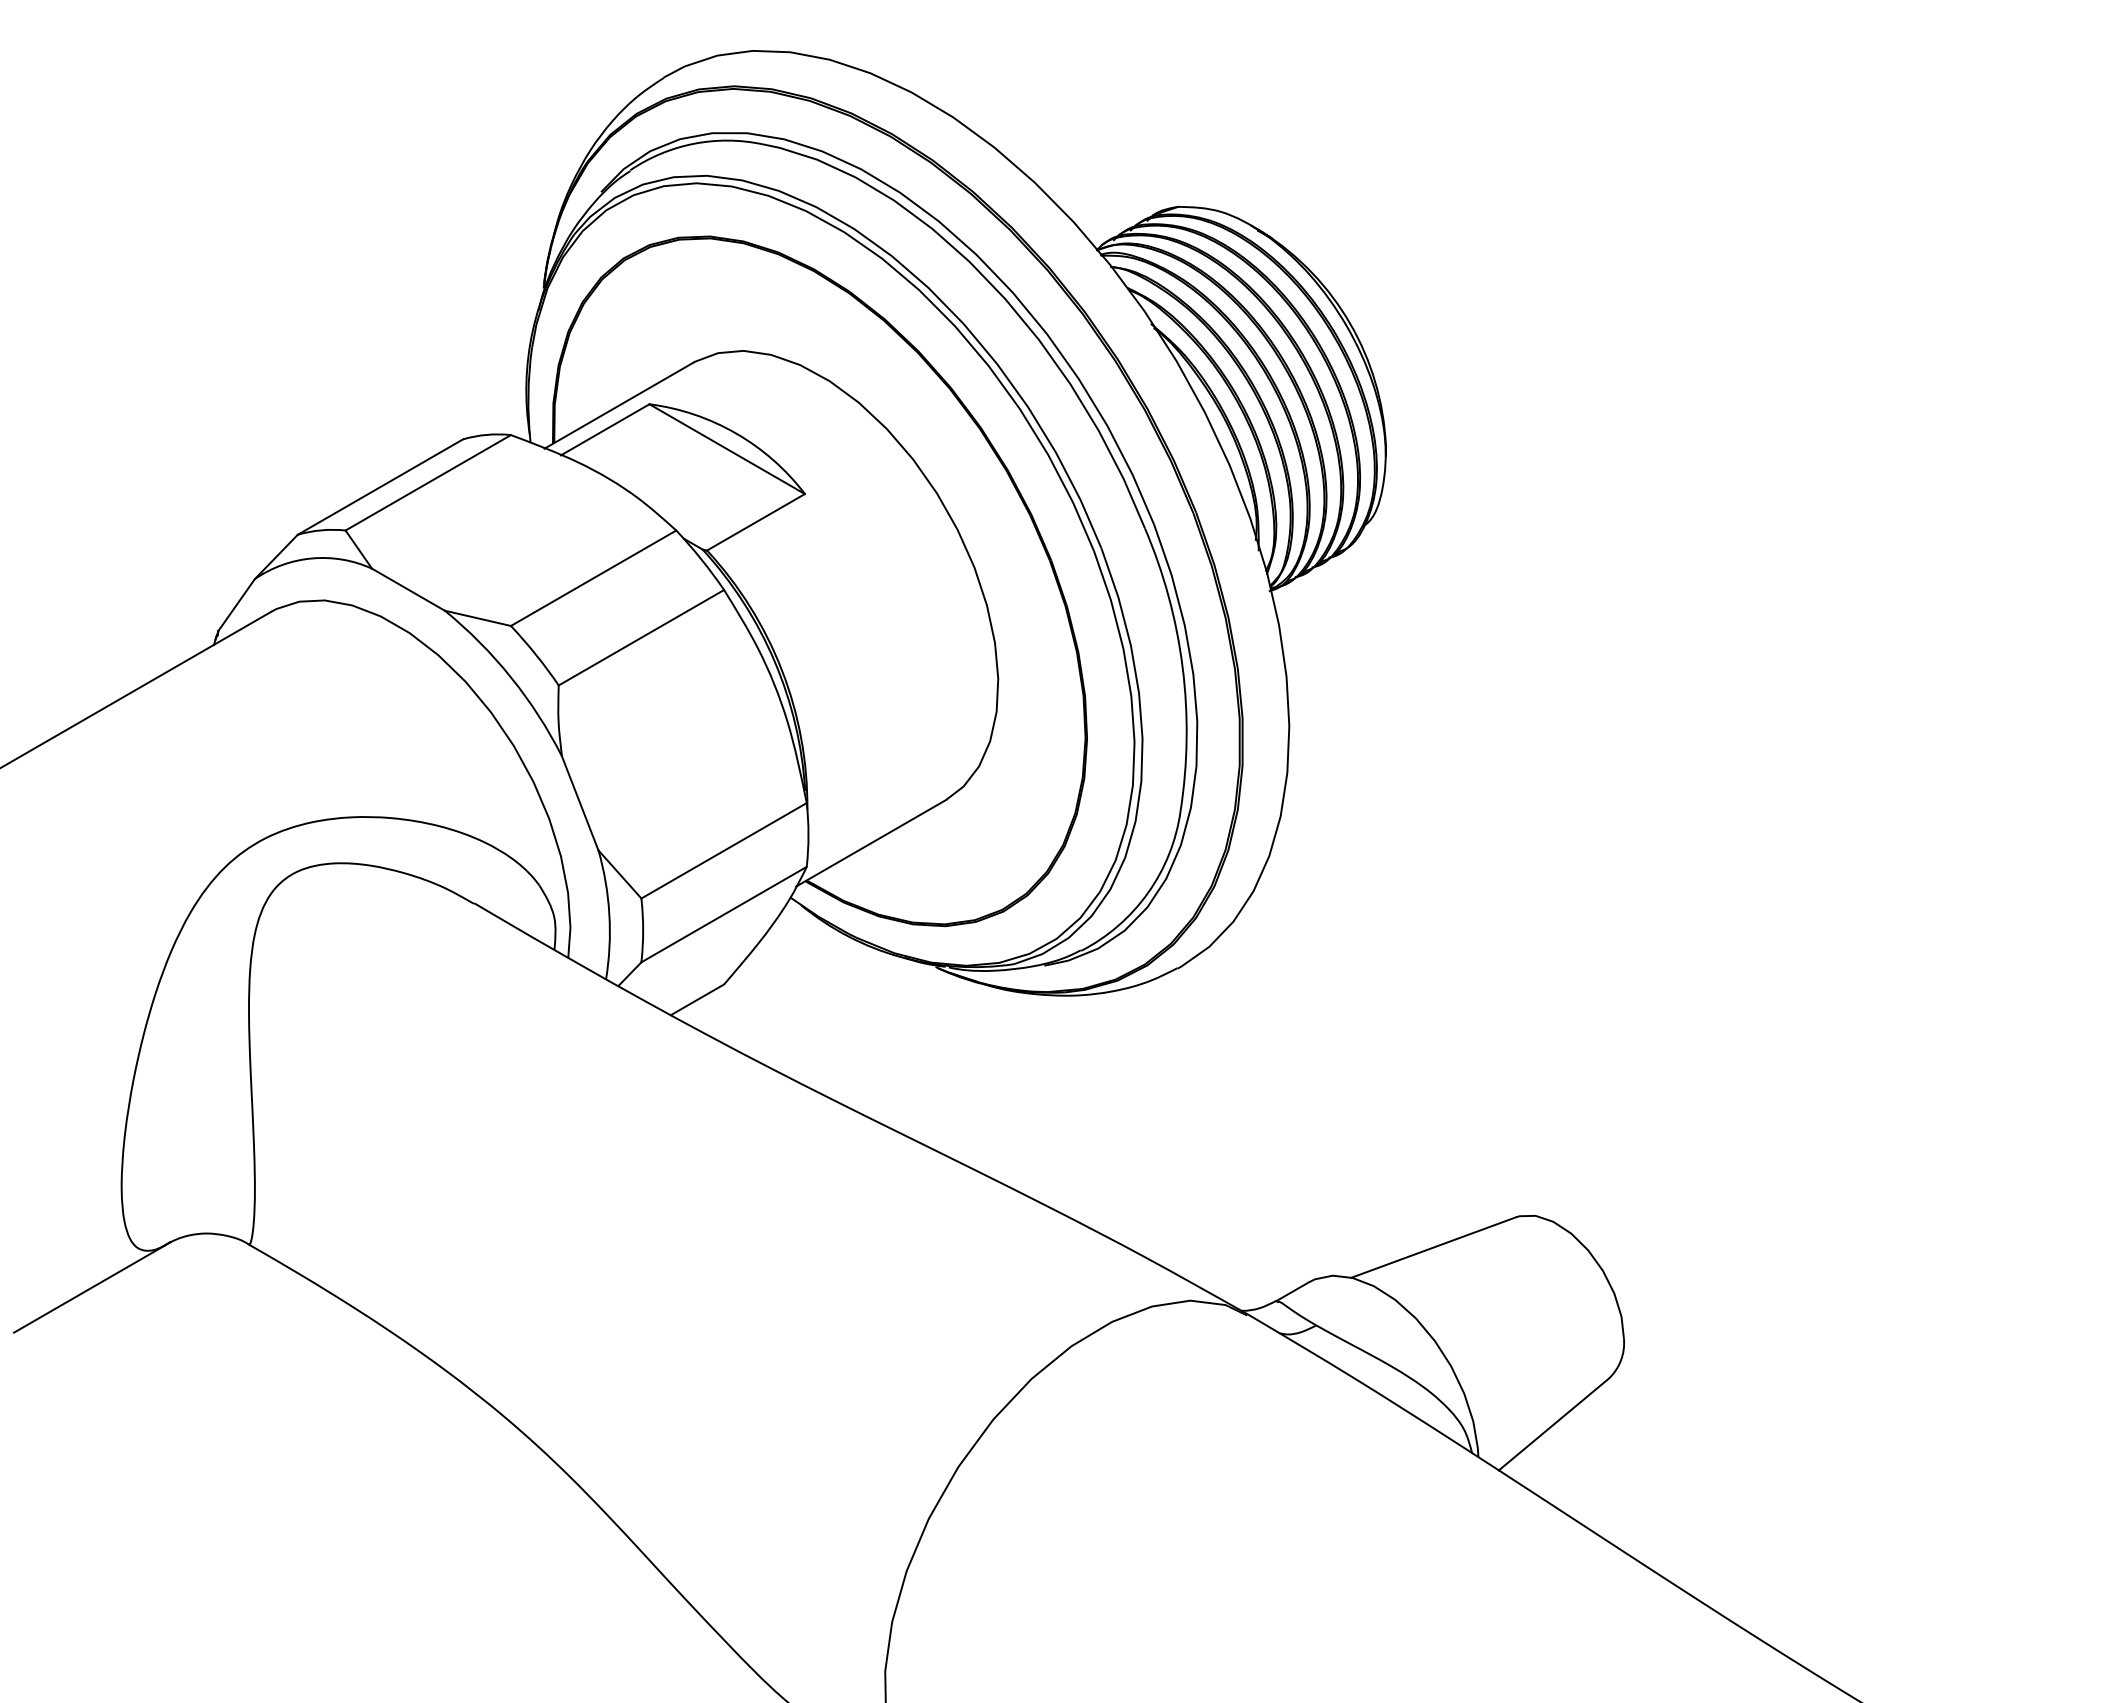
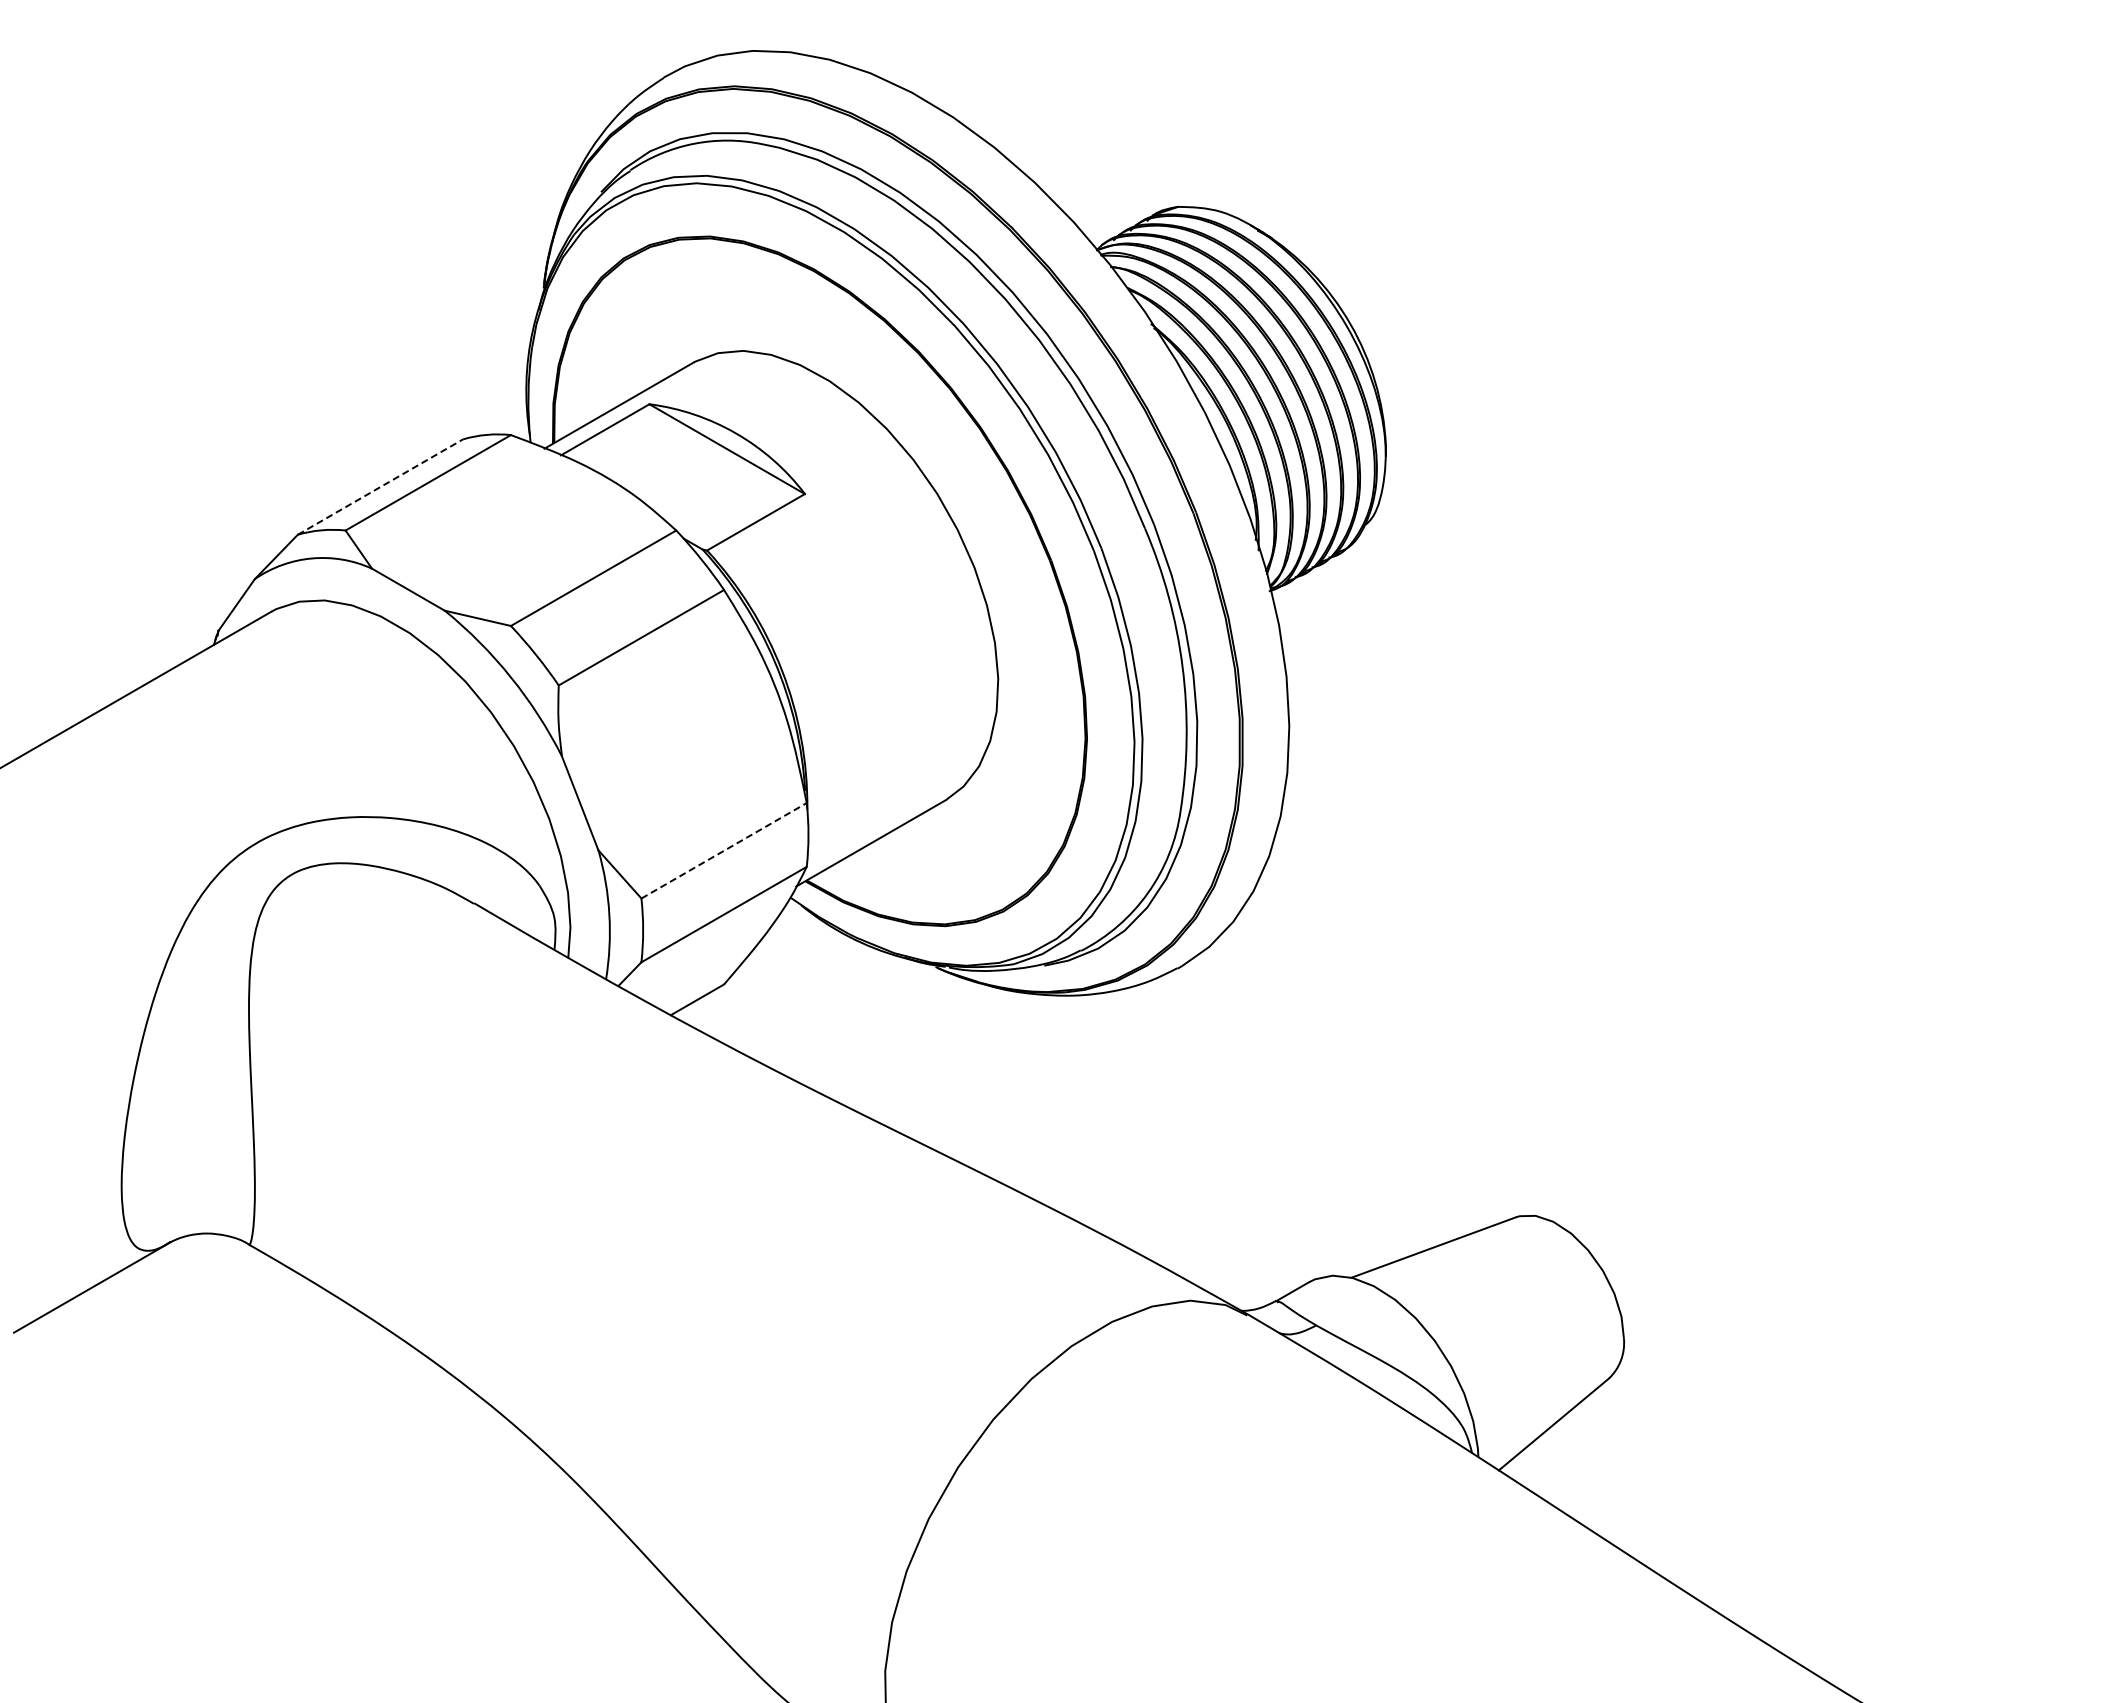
line at (380, 486): solid -> dashed
line at (724, 850): solid -> dashed
